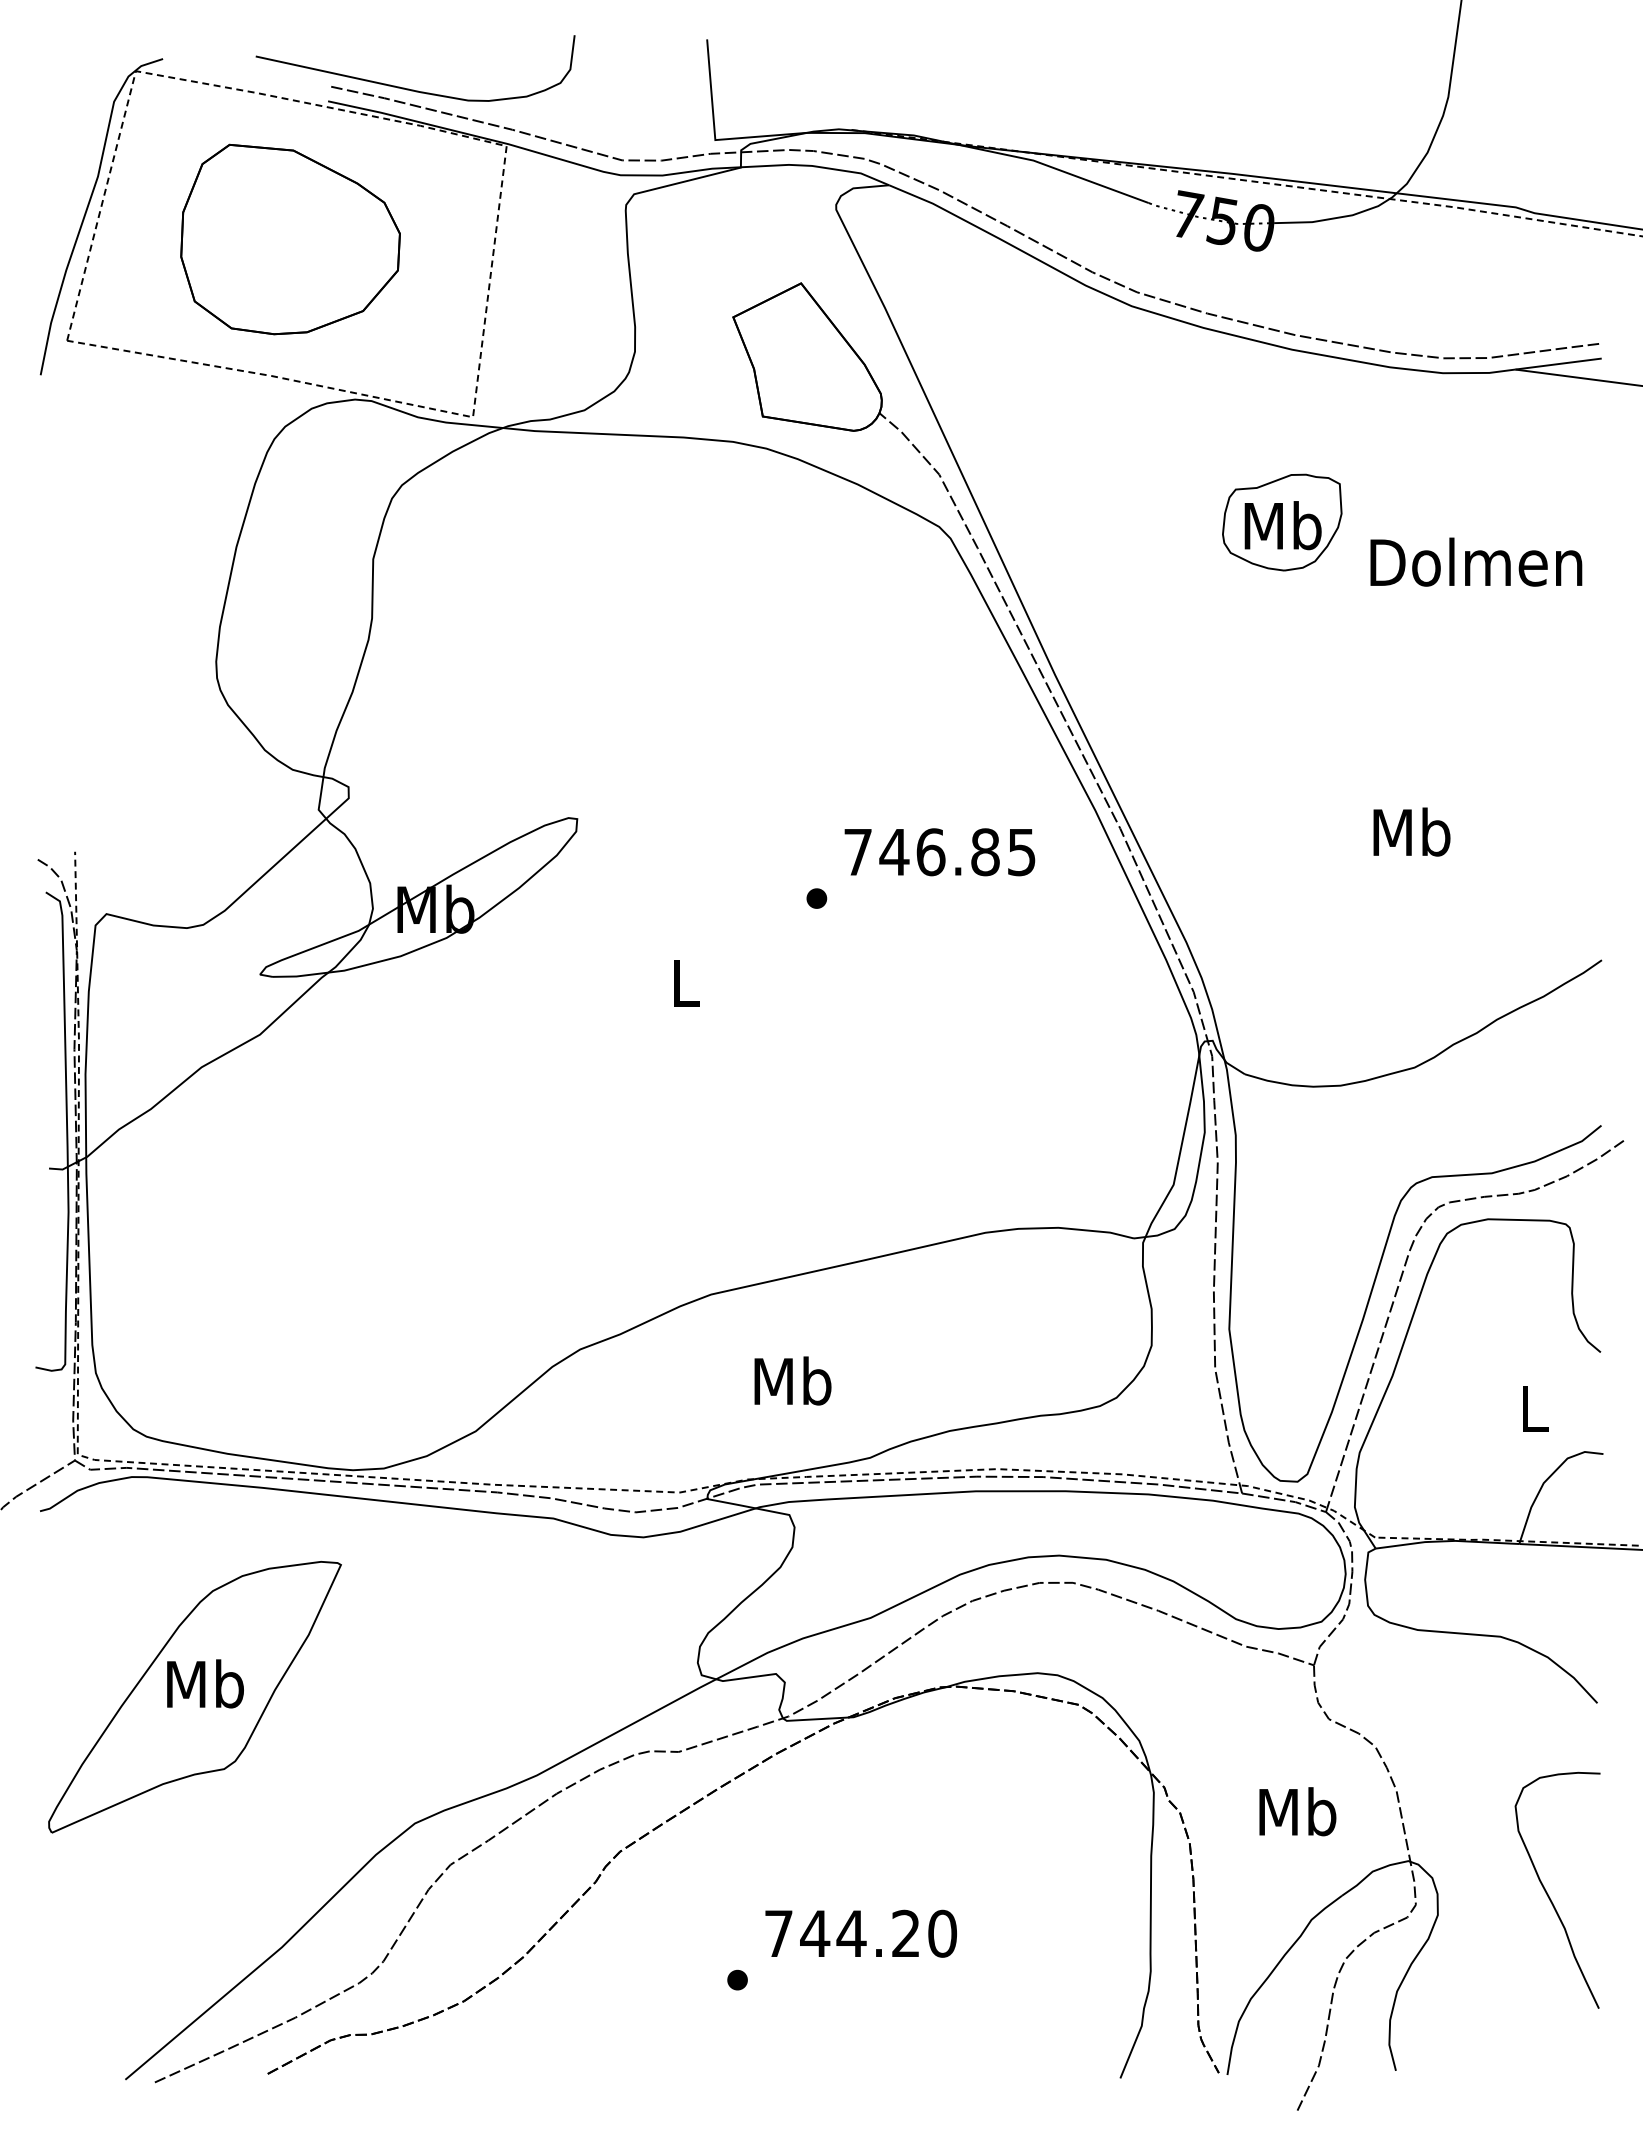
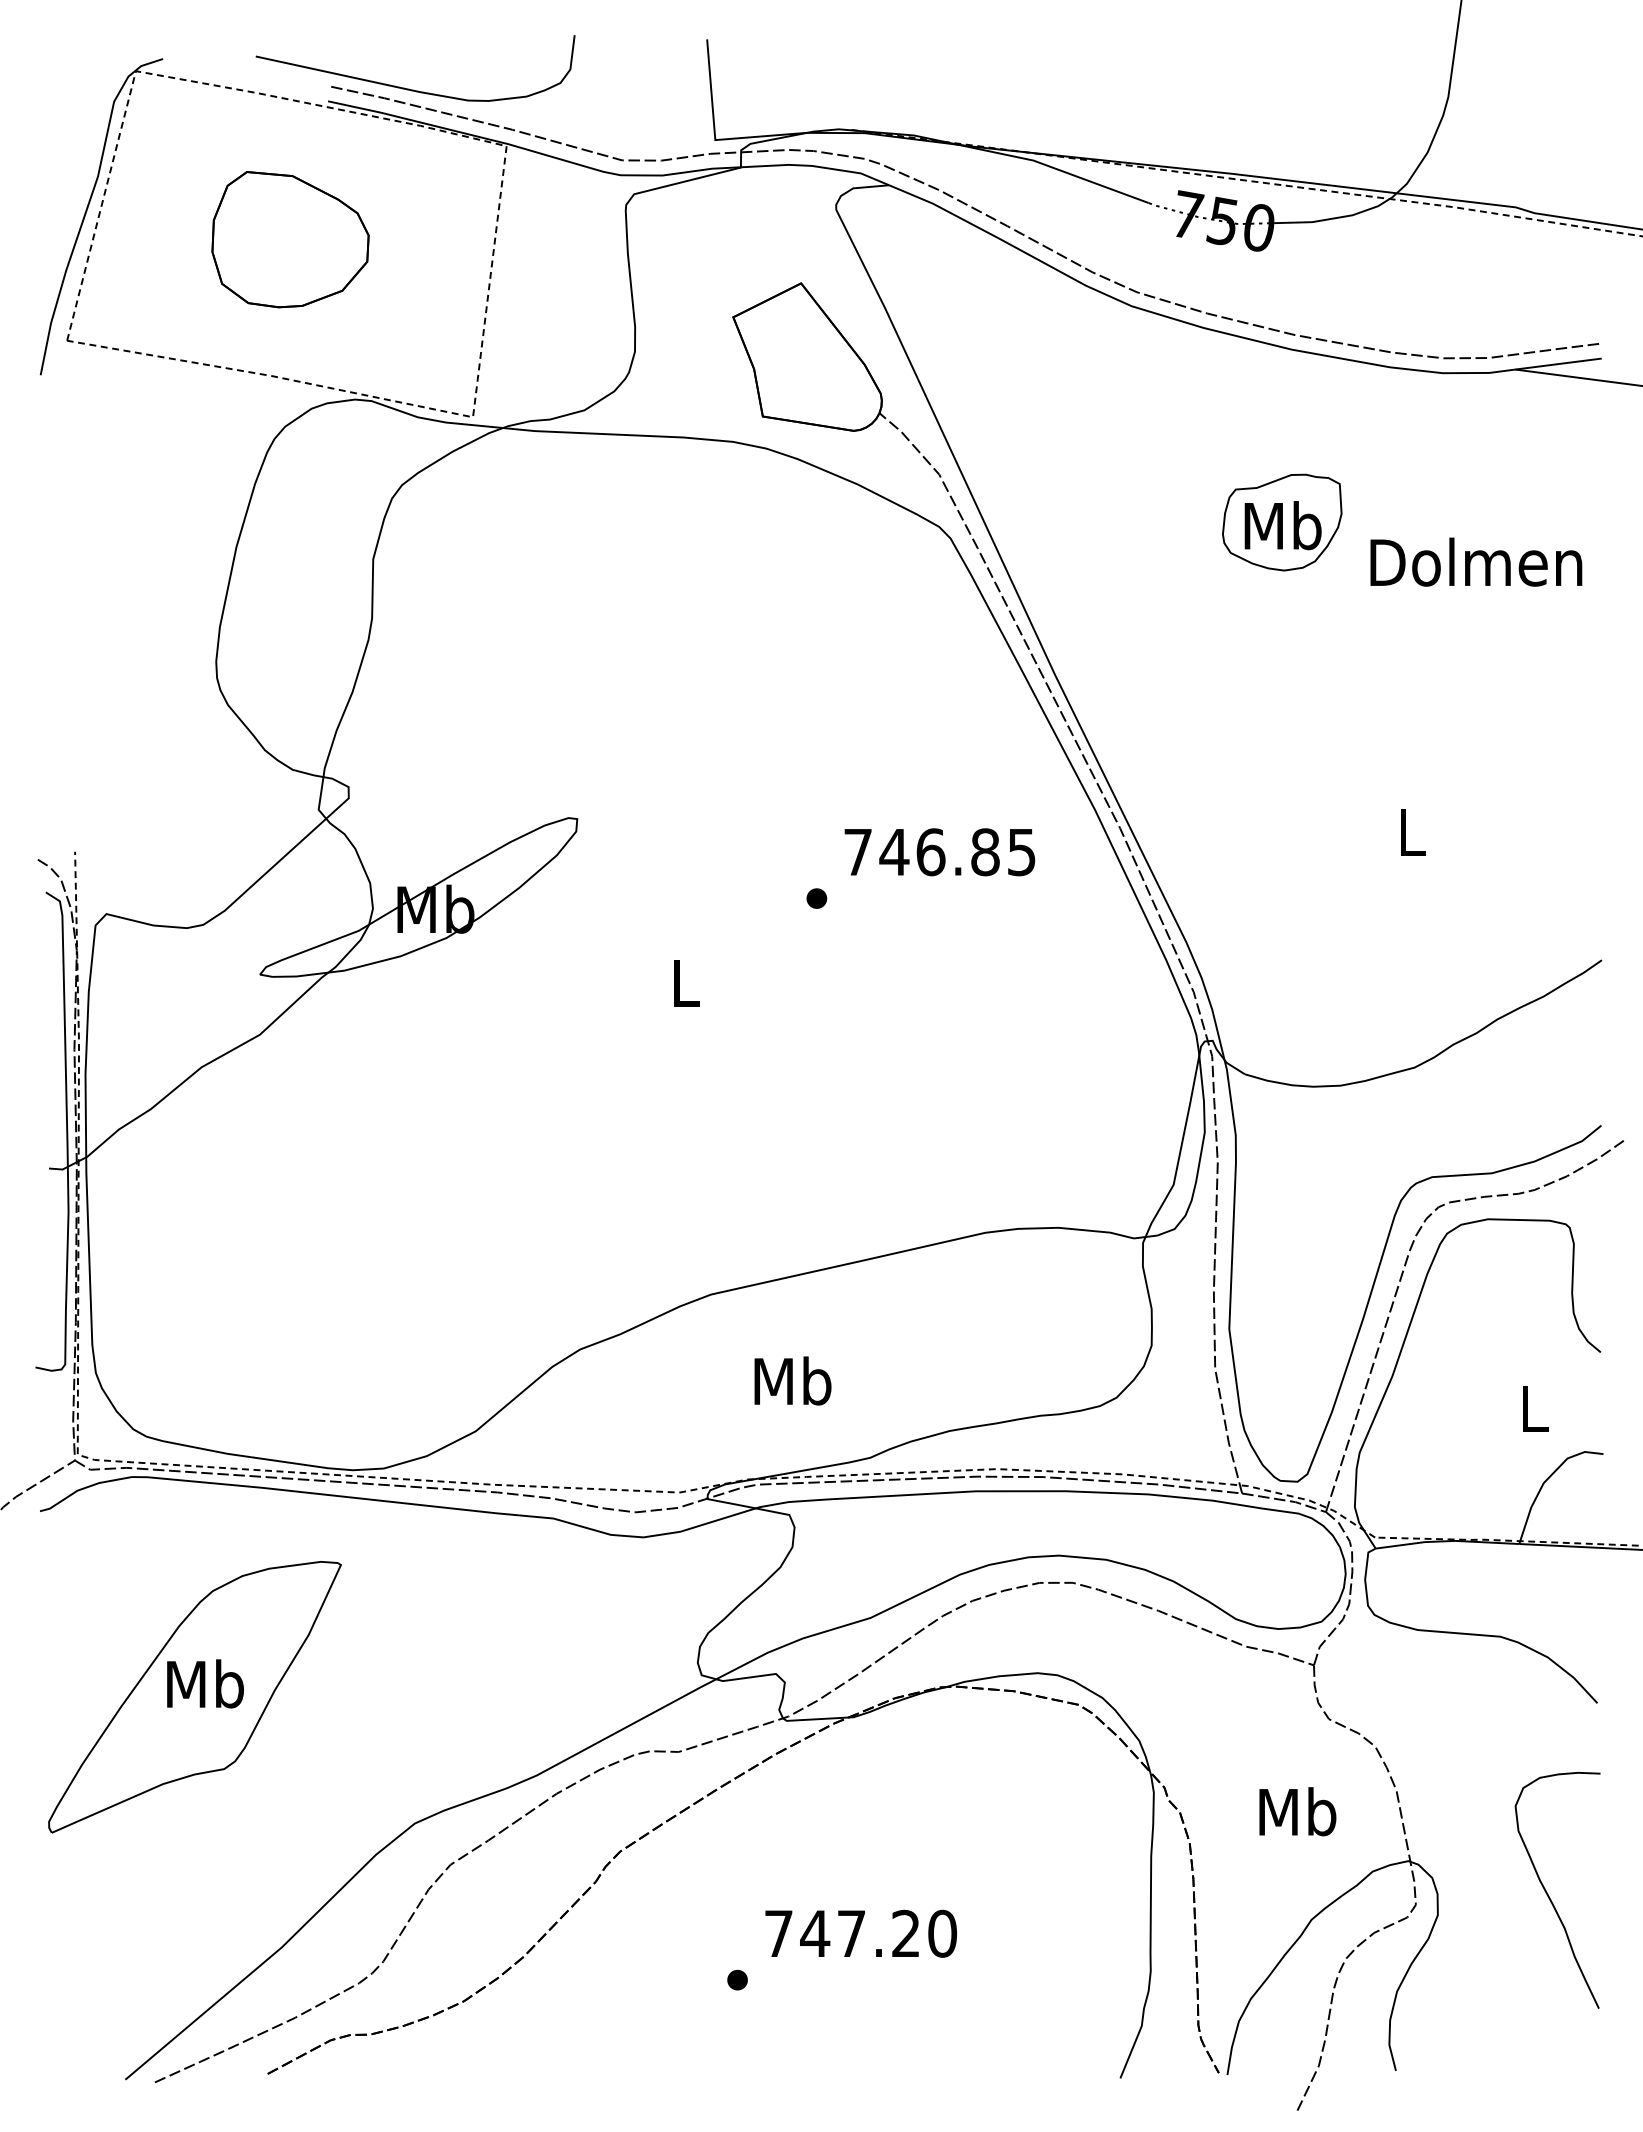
part at (290, 239) size: 221x193 px -> 159x138 px
text at (1411, 831): Mb -> L
text at (851, 1933): 744.20 -> 747.20
